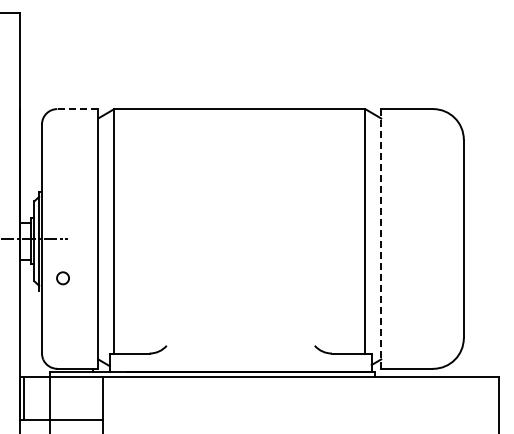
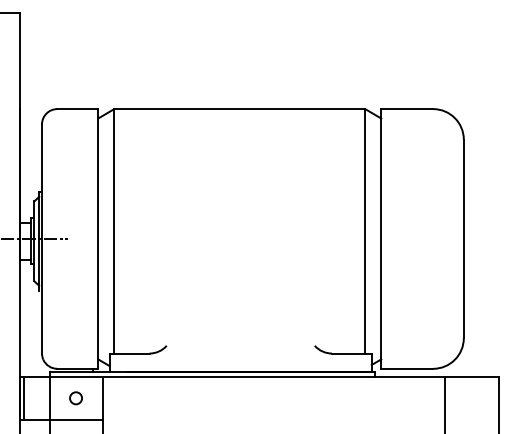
line at (77, 109): dashed -> solid
line at (381, 238): dashed -> solid
circle at (62, 278) position: (62, 278) -> (75, 398)
line at (444, 403): none -> present
